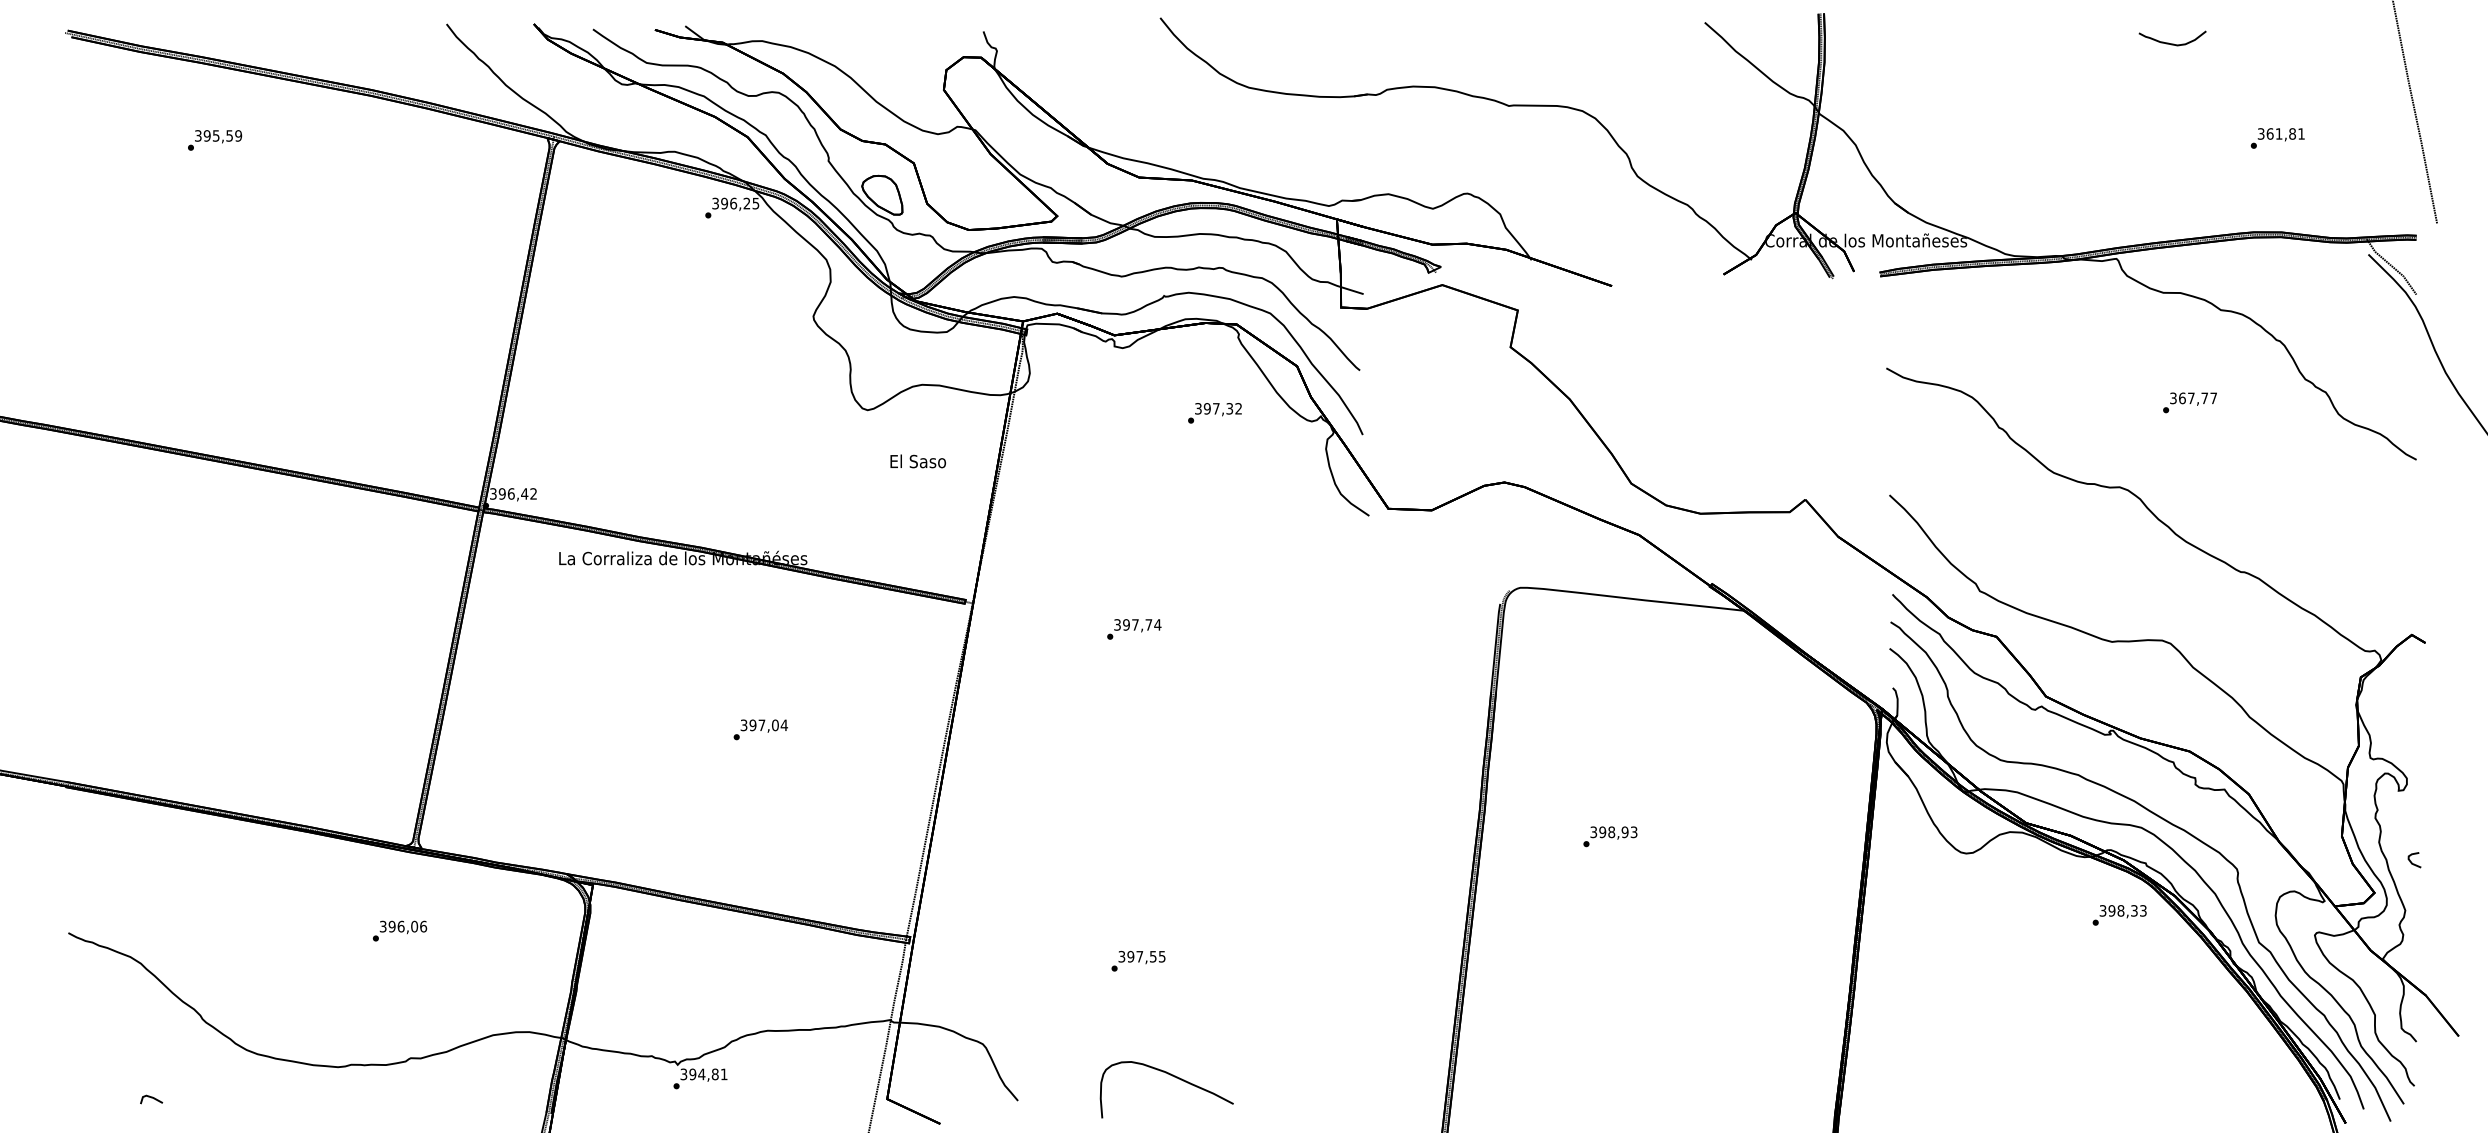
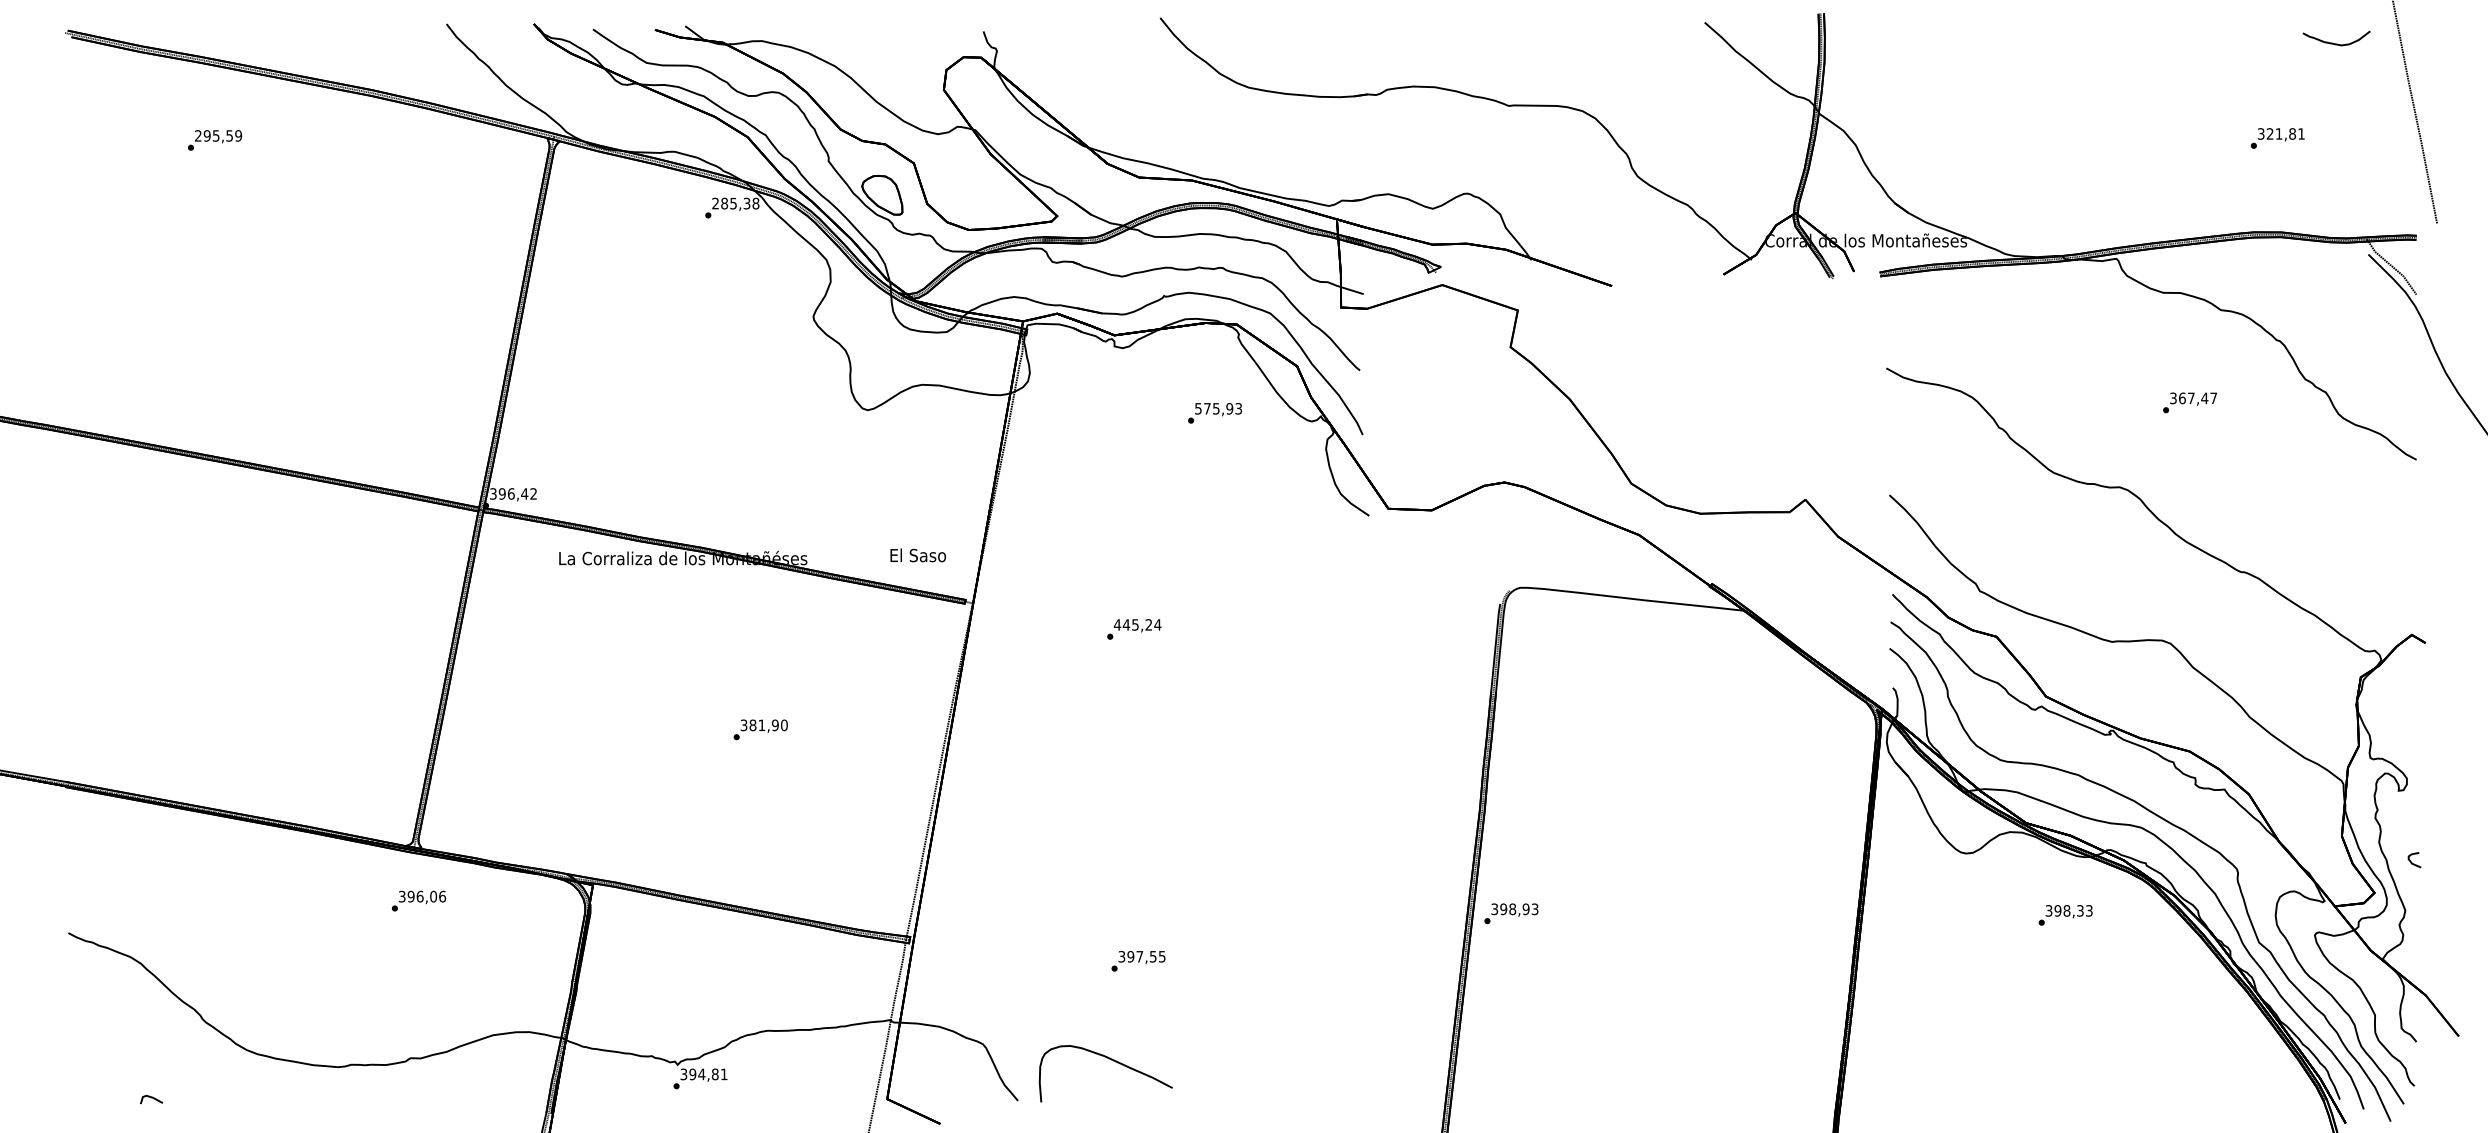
curve at (2172, 43) position: (2172, 43) -> (2336, 43)
text at (2269, 133): 361,81 -> 321,81
text at (198, 136): 395,59 -> 295,59
text at (735, 203): 396,25 -> 285,38
text at (2204, 398): 367,77 -> 367,47
text at (1218, 408): 397,32 -> 575,93
text at (917, 461) position: (917, 461) -> (917, 555)
text at (1132, 624): 397,74 -> 445,24
text at (768, 725): 397,04 -> 381,90
text at (1610, 836) position: (1610, 836) -> (1511, 913)
text at (2119, 915) position: (2119, 915) -> (2065, 915)
text at (399, 930) position: (399, 930) -> (418, 900)
curve at (1172, 1076) position: (1172, 1076) -> (1111, 1060)
